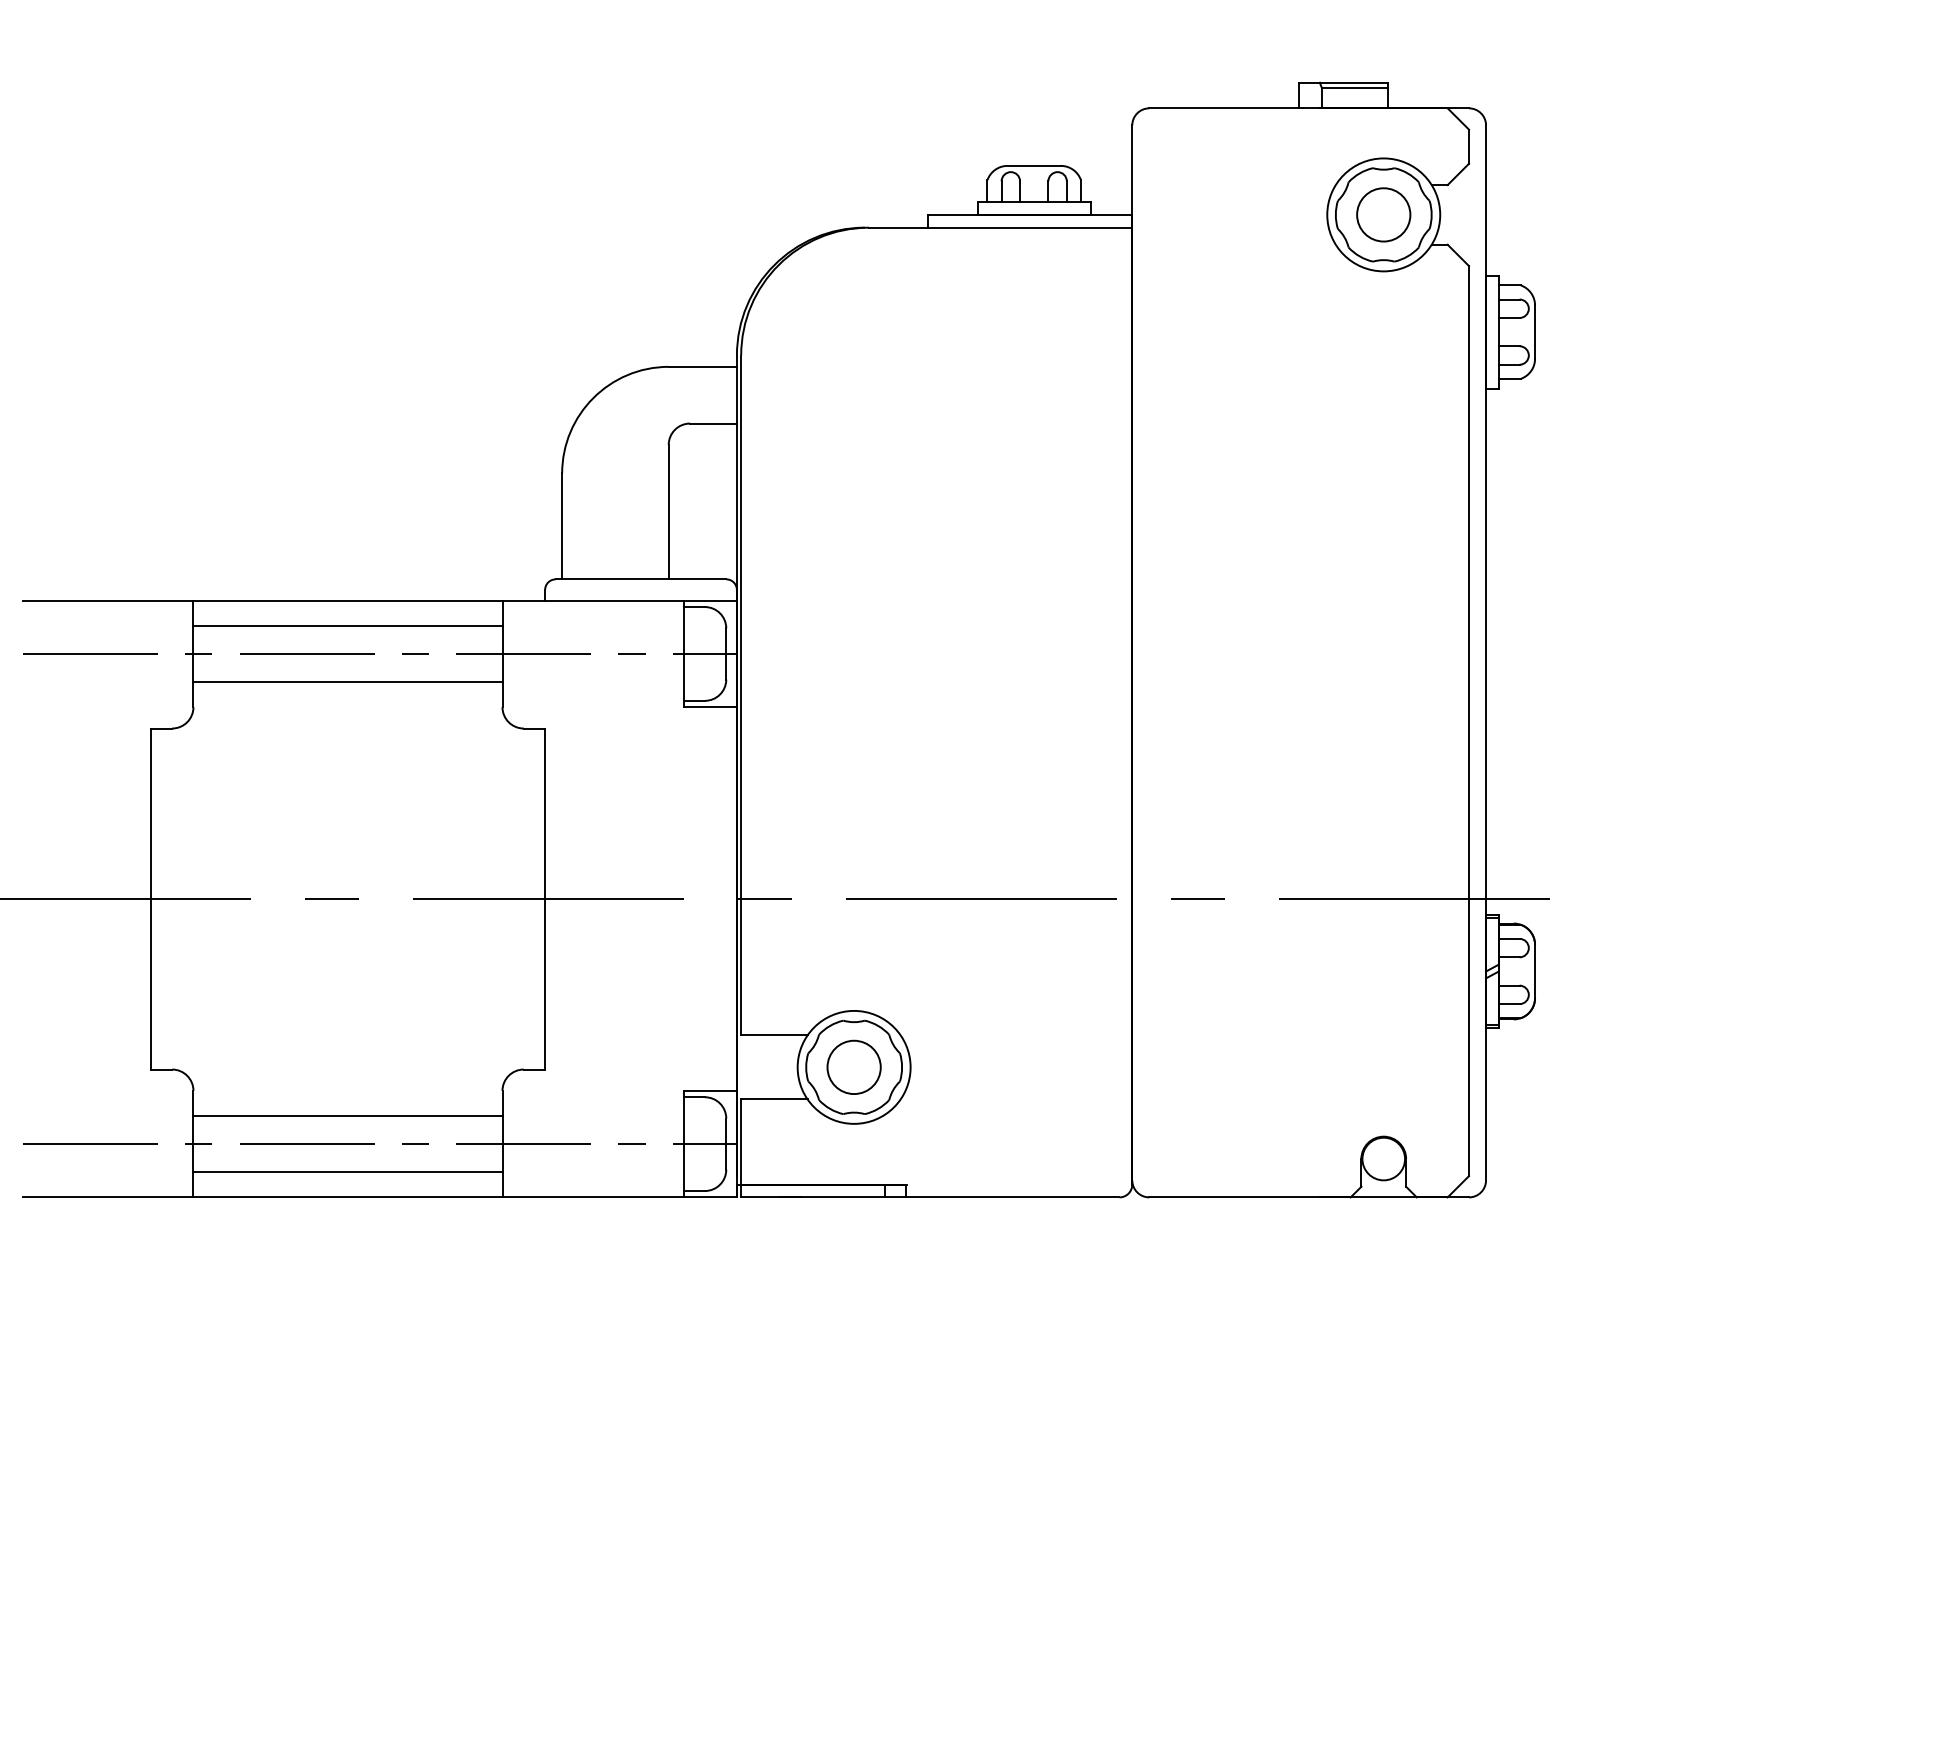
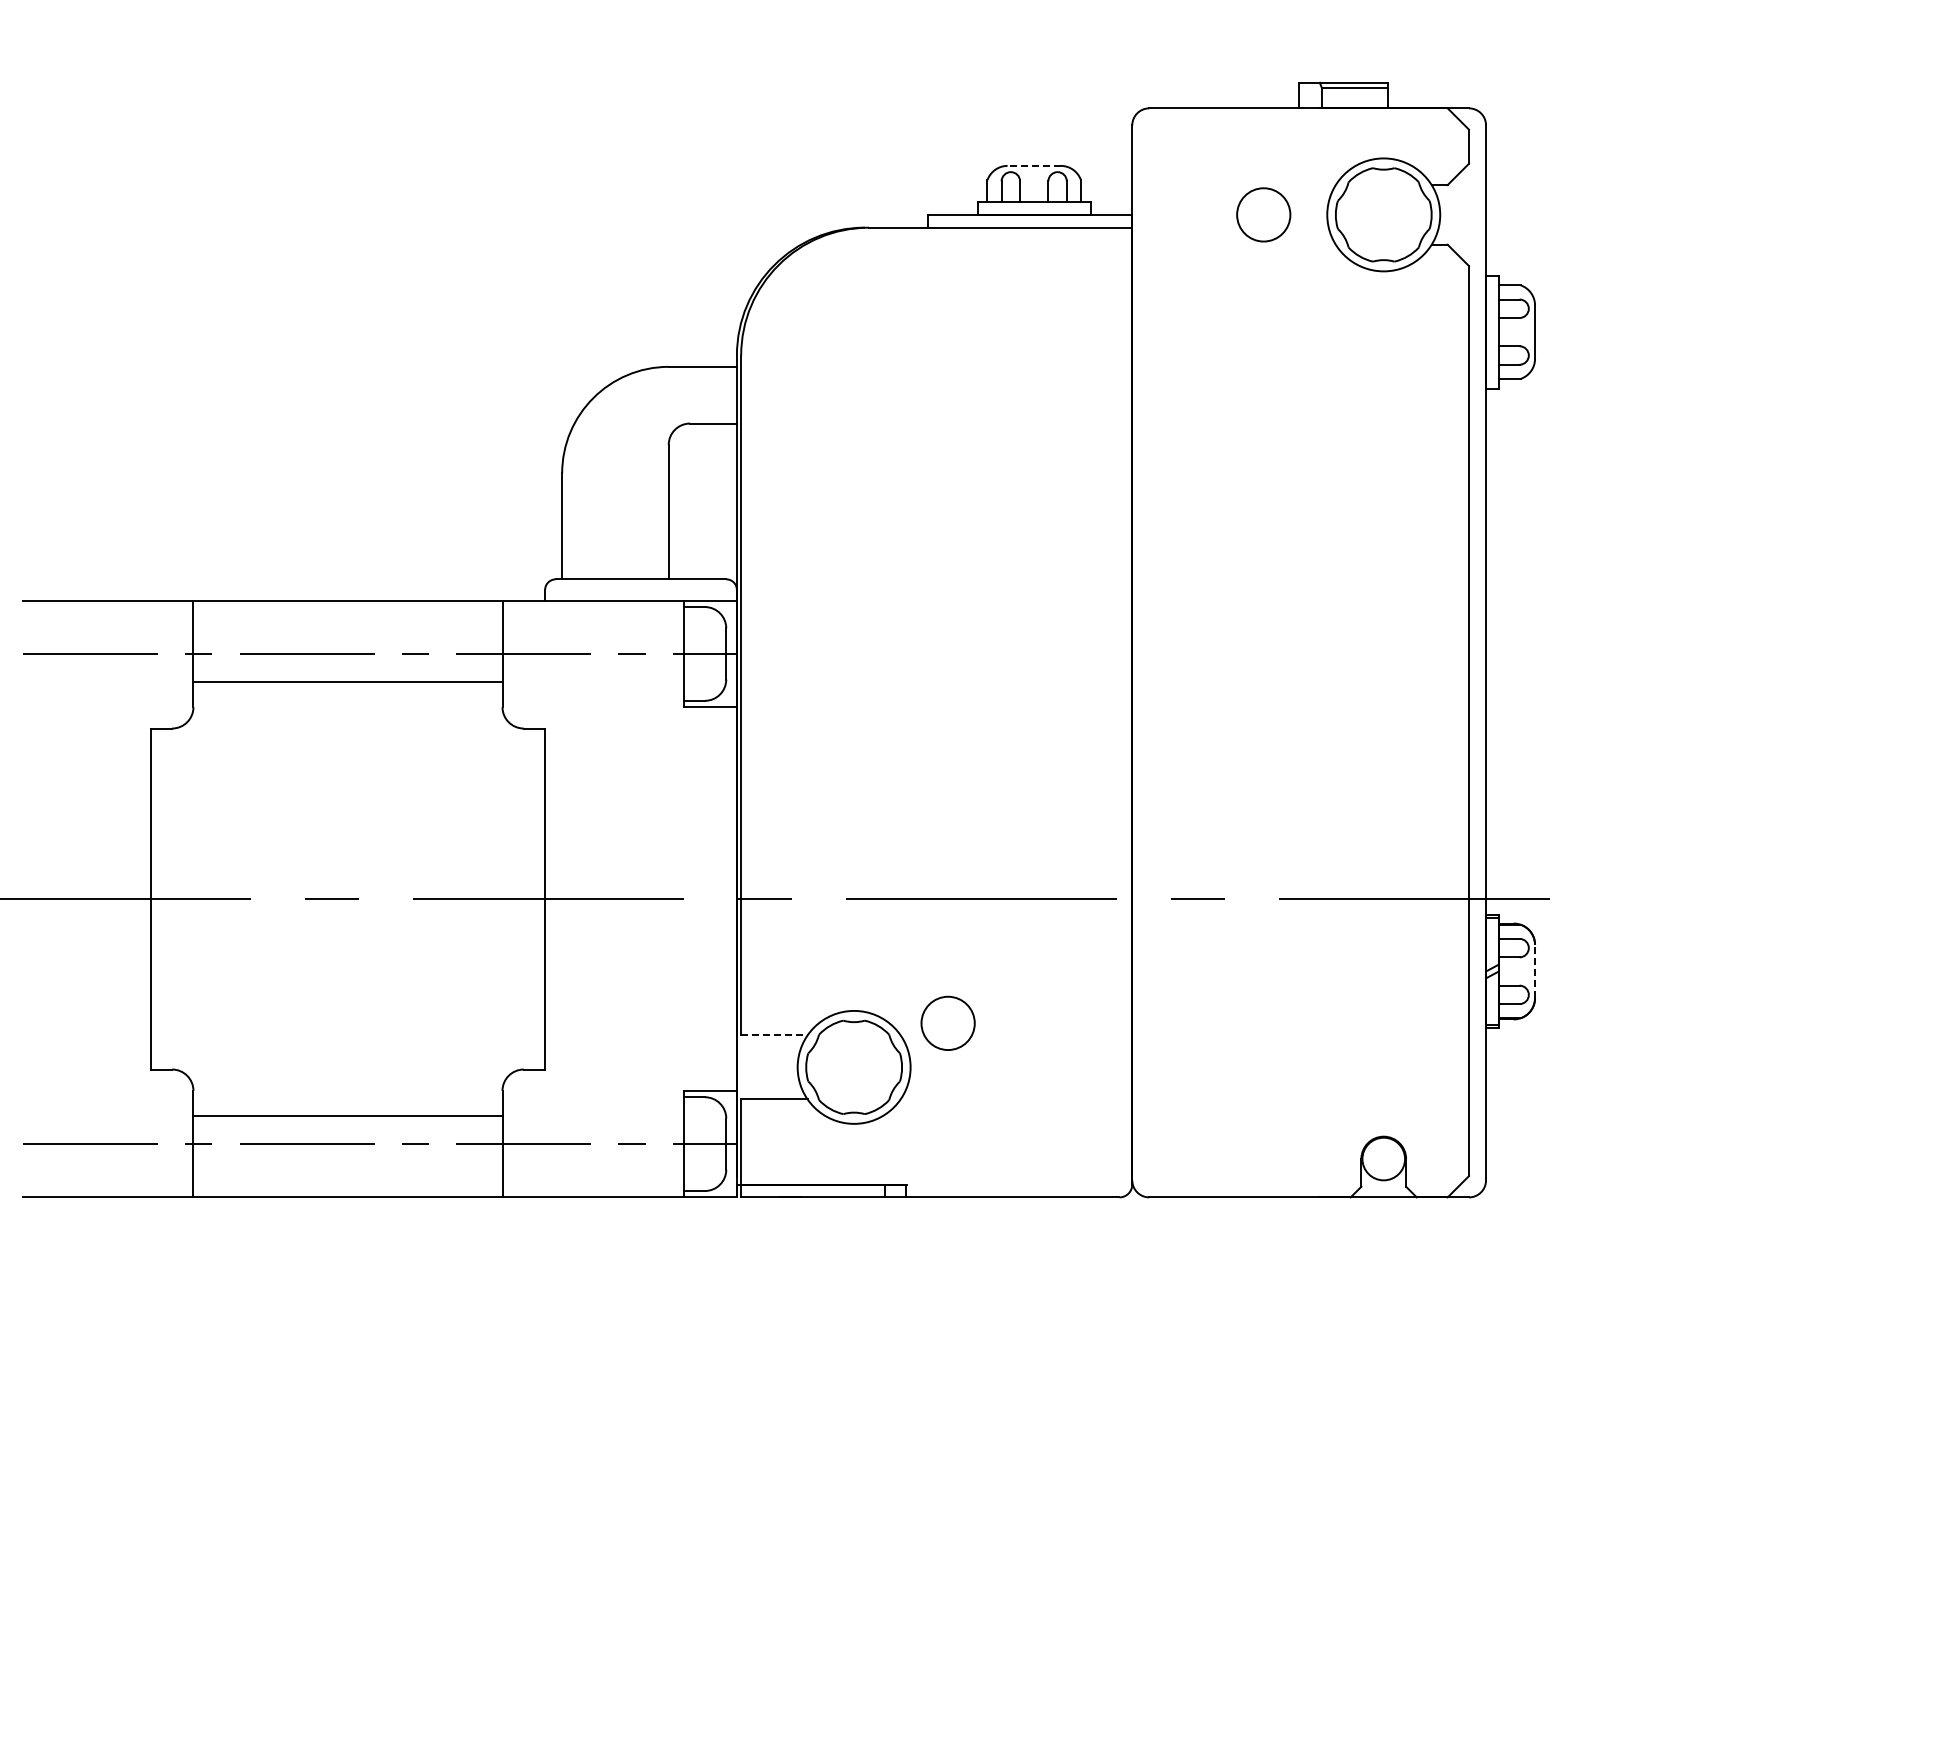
line at (1034, 165): solid -> dashed
circle at (1383, 214) position: (1383, 214) -> (1263, 214)
line at (347, 626): present -> none
line at (1535, 971): solid -> dashed
line at (774, 1035): solid -> dashed
circle at (853, 1066) position: (853, 1066) -> (947, 1022)
line at (347, 1171): present -> none
